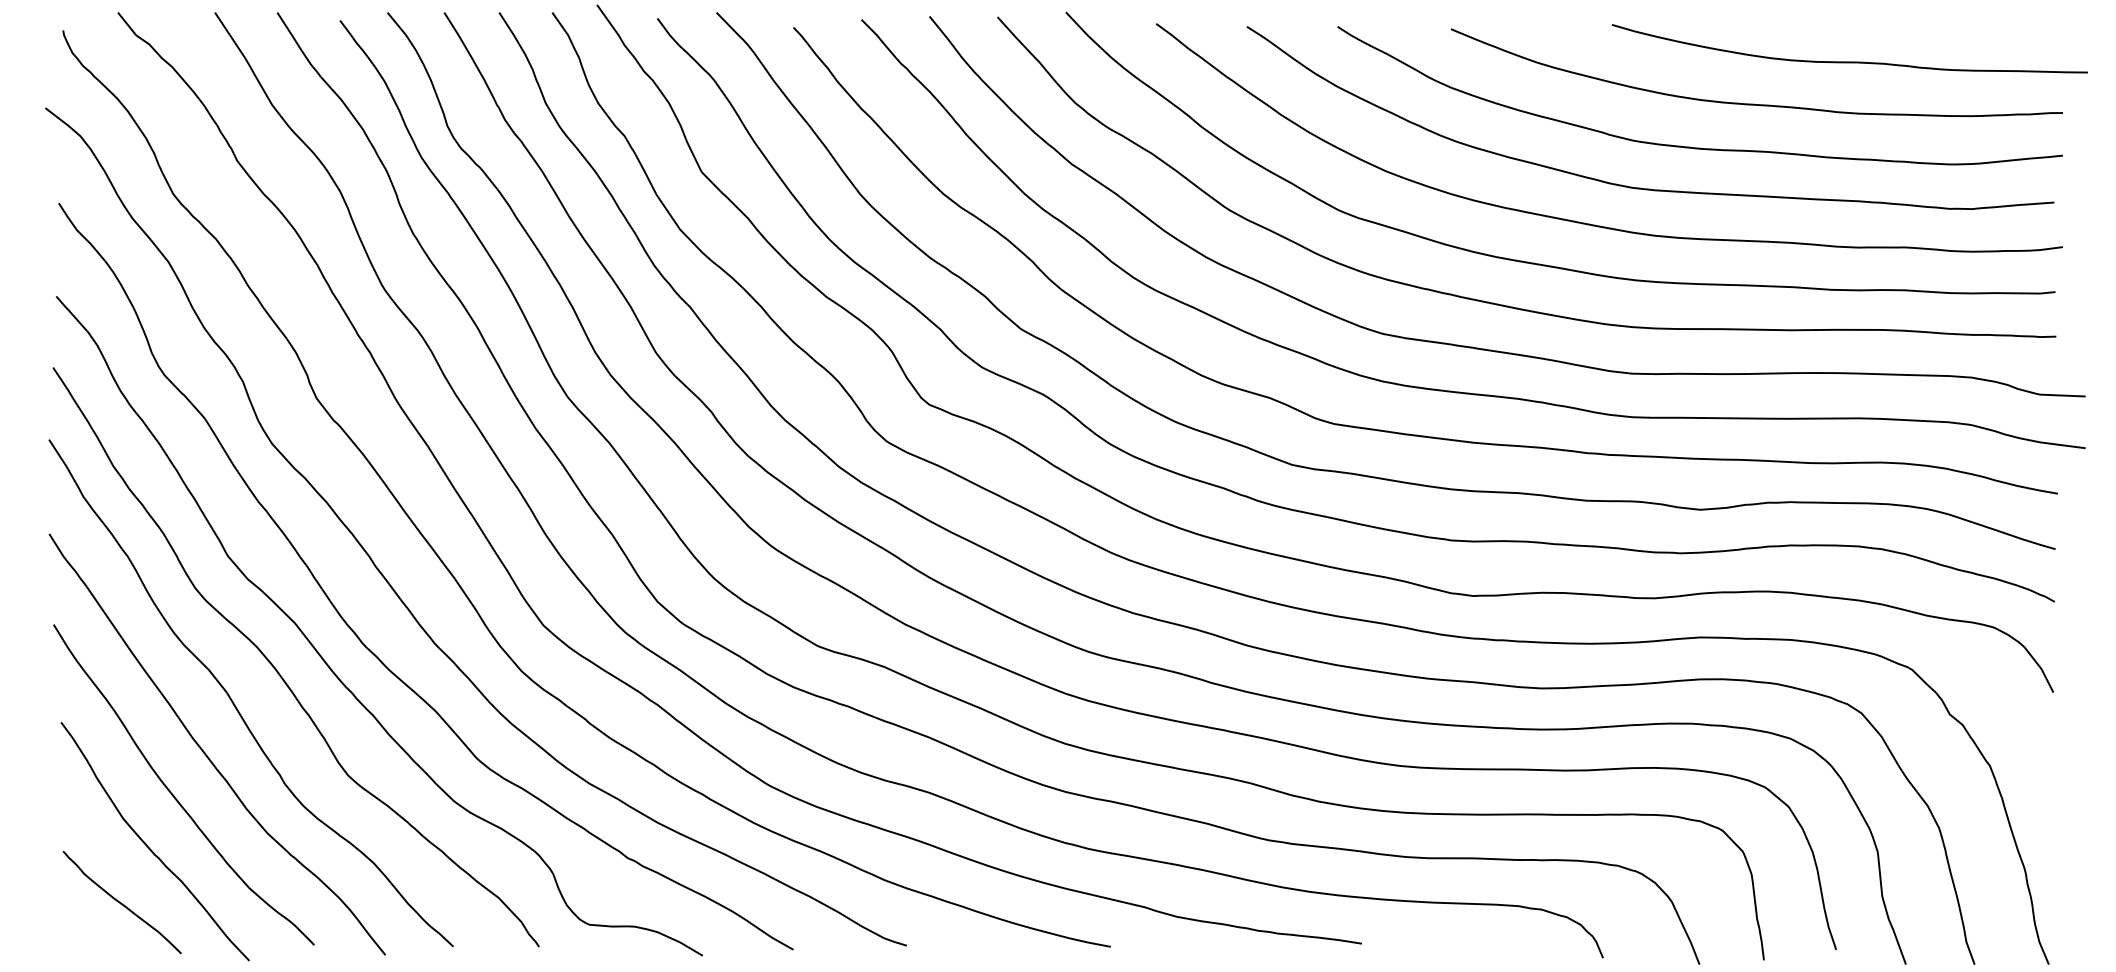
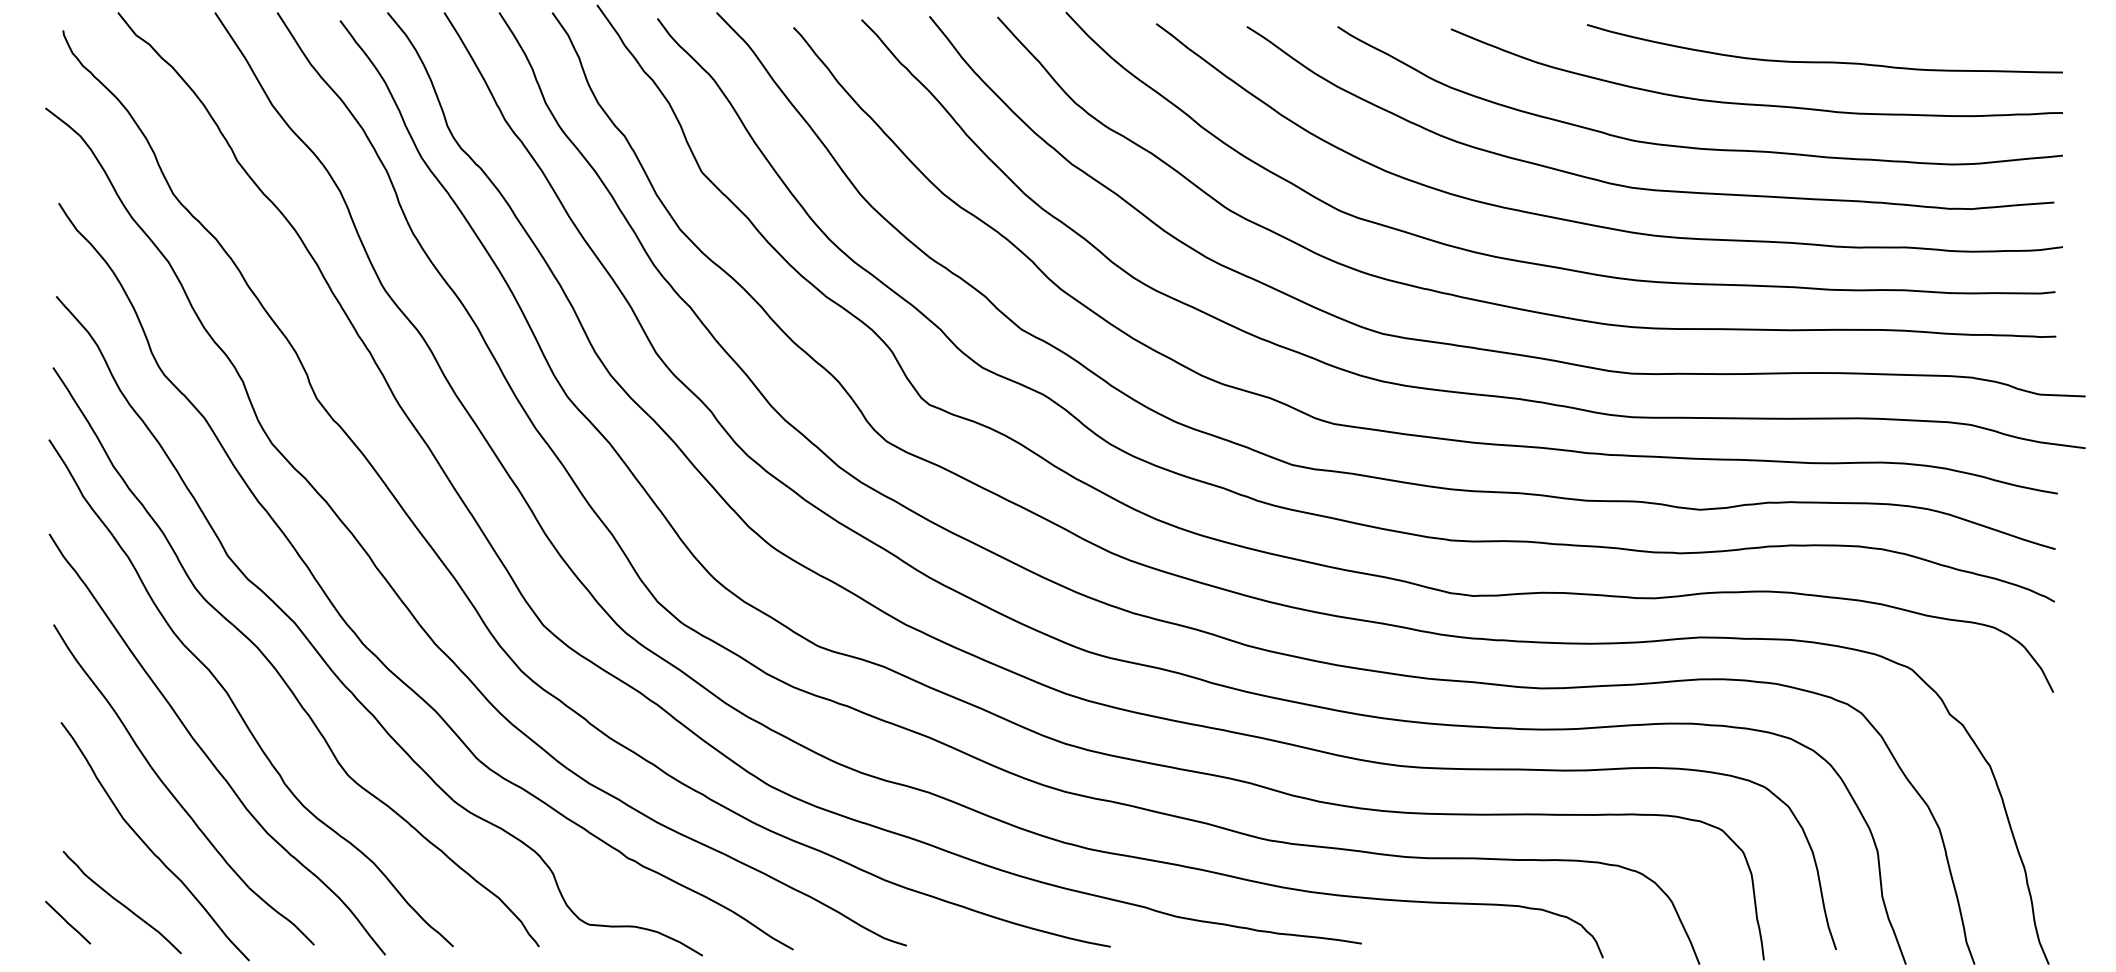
curve at (1849, 61) position: (1849, 61) -> (1824, 61)
line at (68, 922): none -> present
